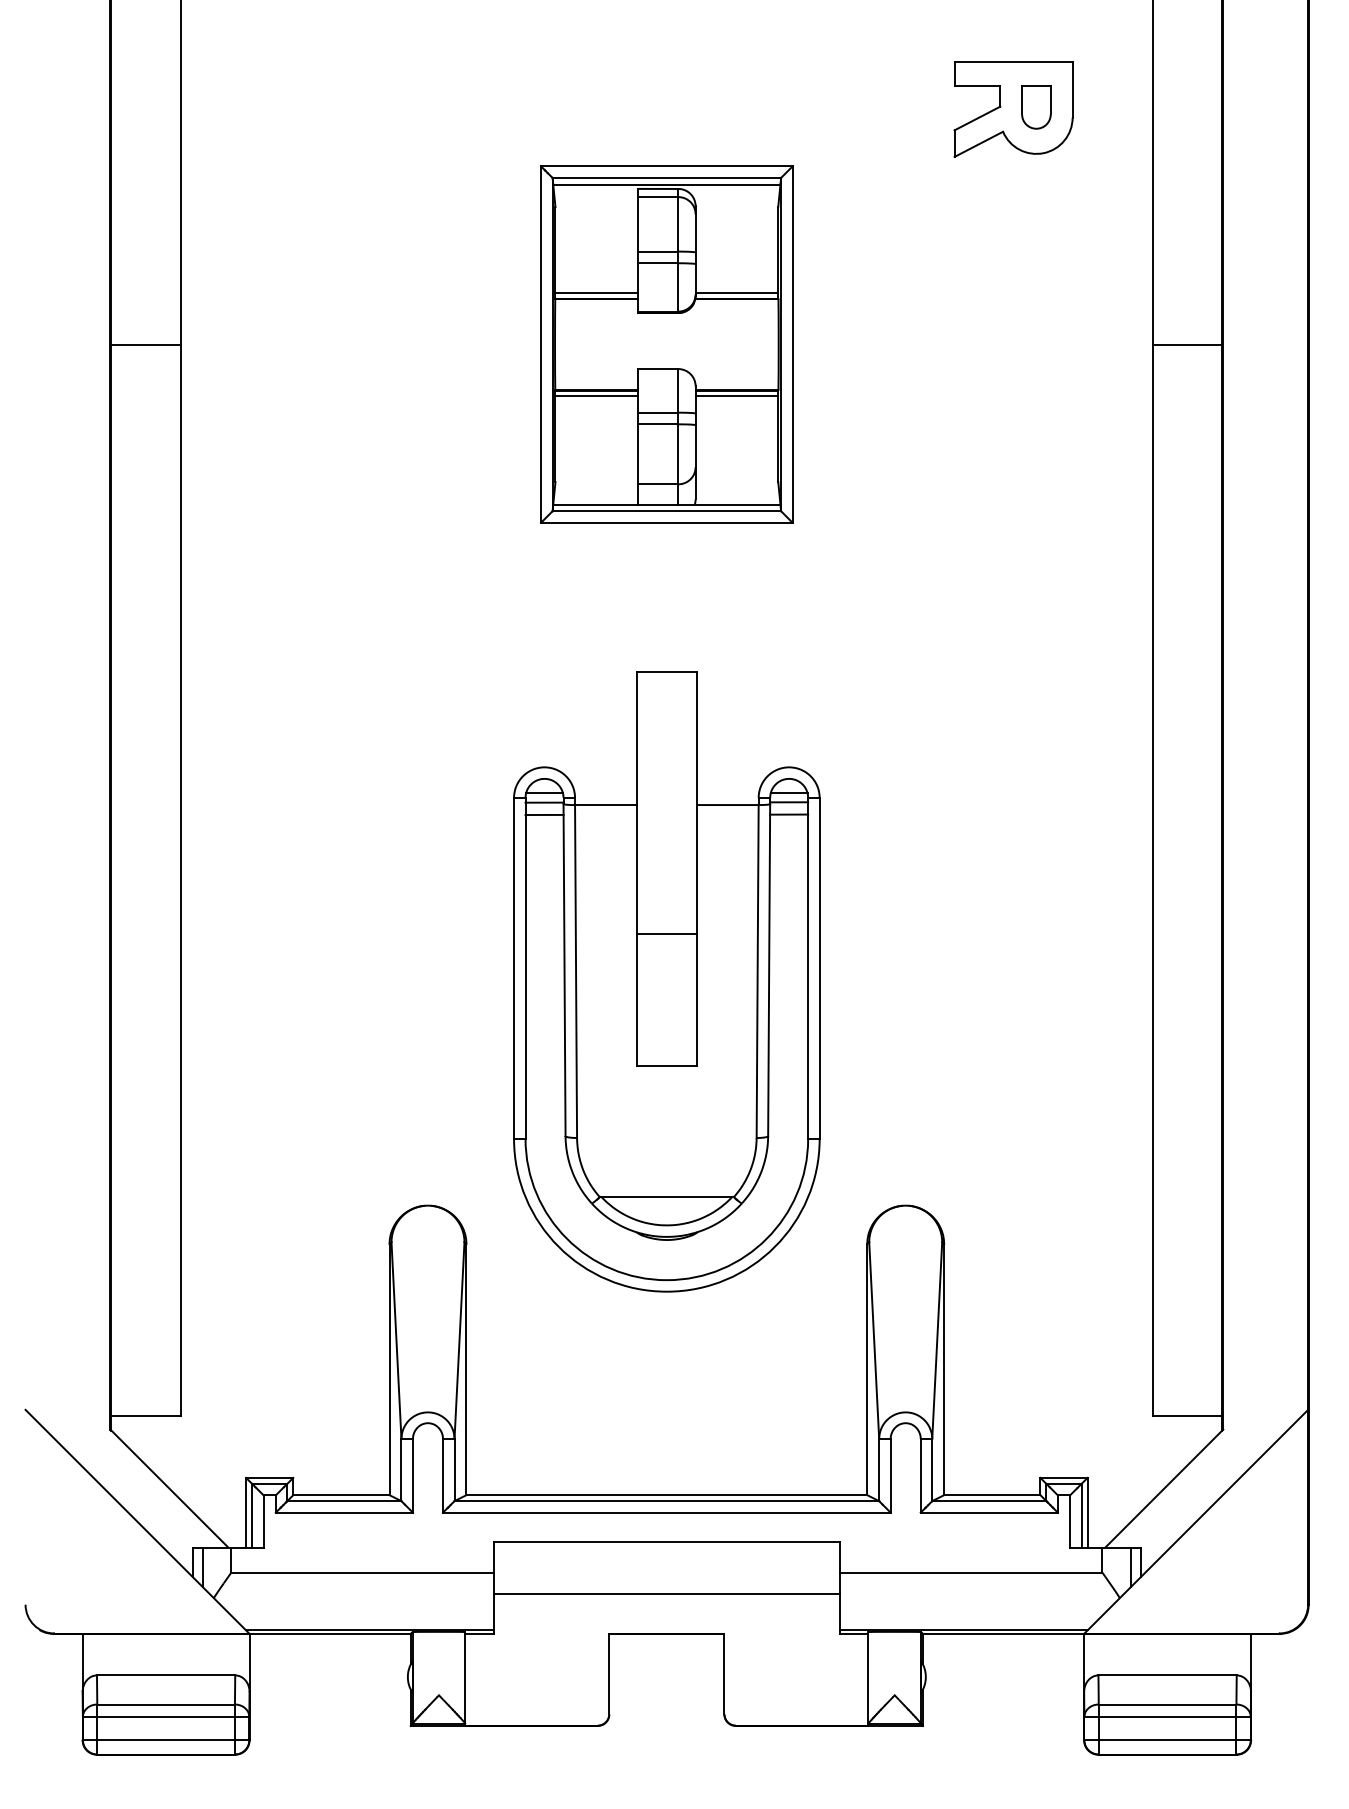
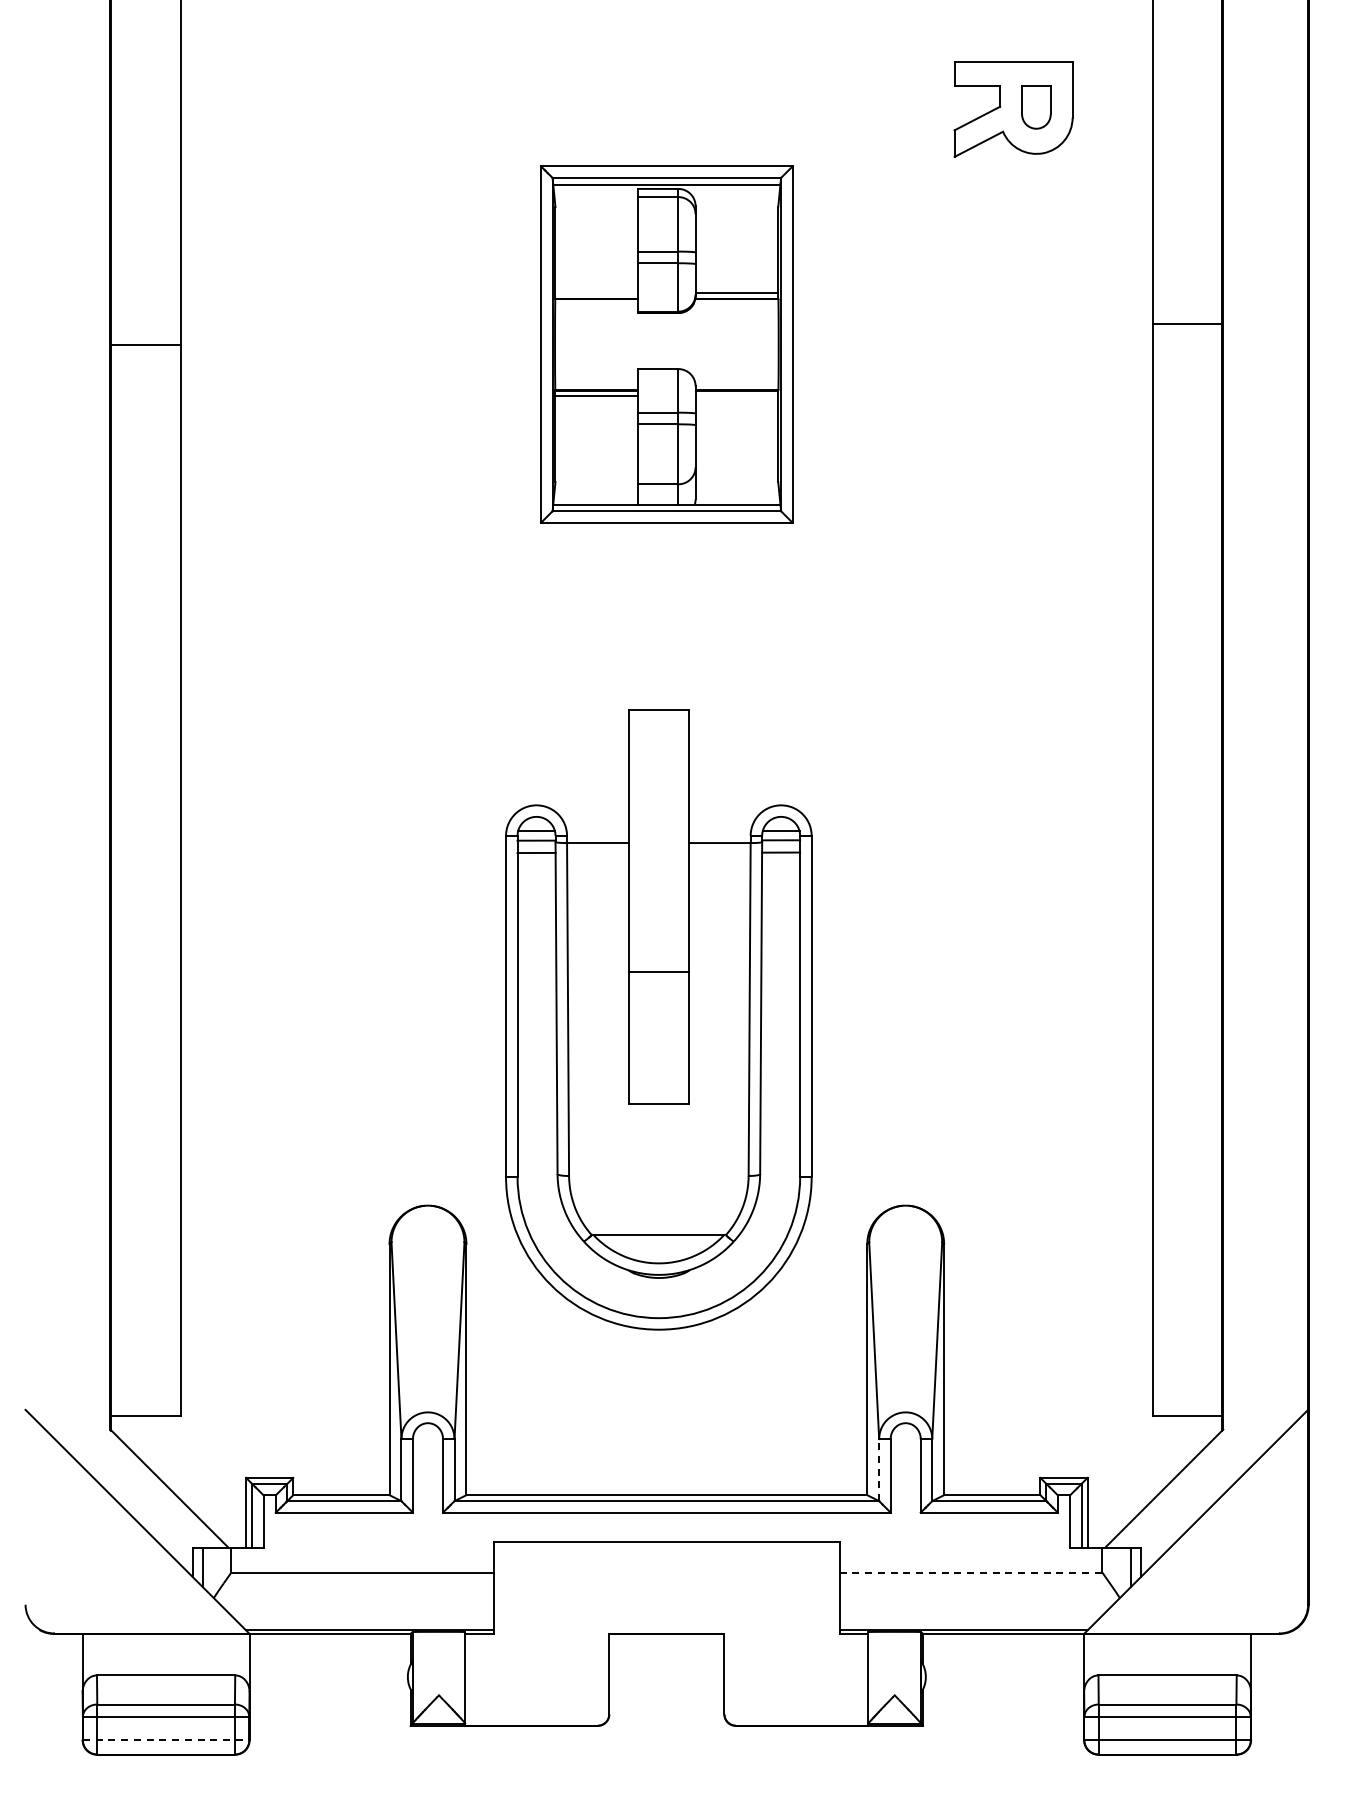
line at (596, 292): present -> none
line at (1187, 344) position: (1187, 344) -> (1187, 323)
line at (736, 396): present -> none
part at (666, 981) position: (666, 981) -> (658, 1019)
line at (879, 1470): solid -> dashed
line at (971, 1572): solid -> dashed
line at (666, 1593): present -> none
line at (166, 1740): solid -> dashed
